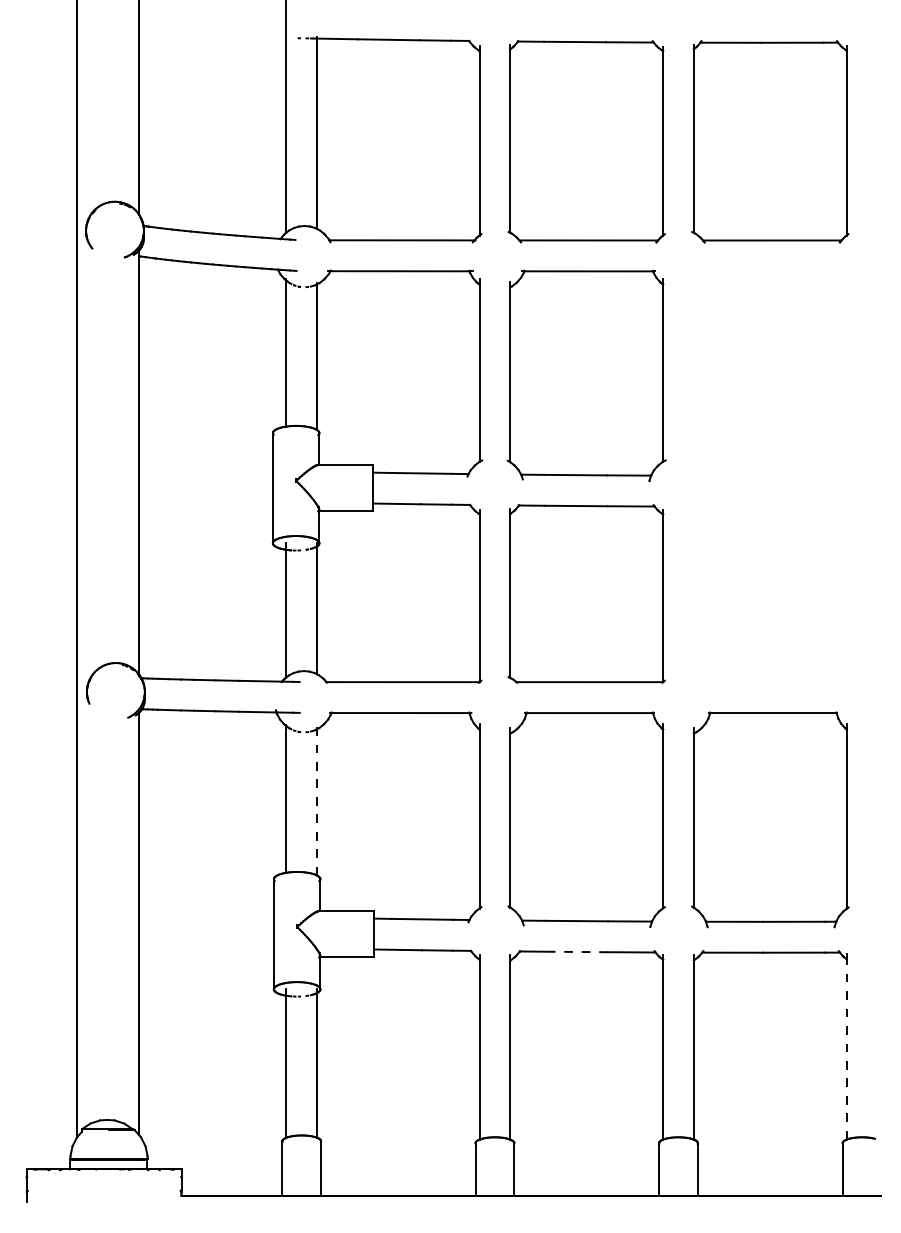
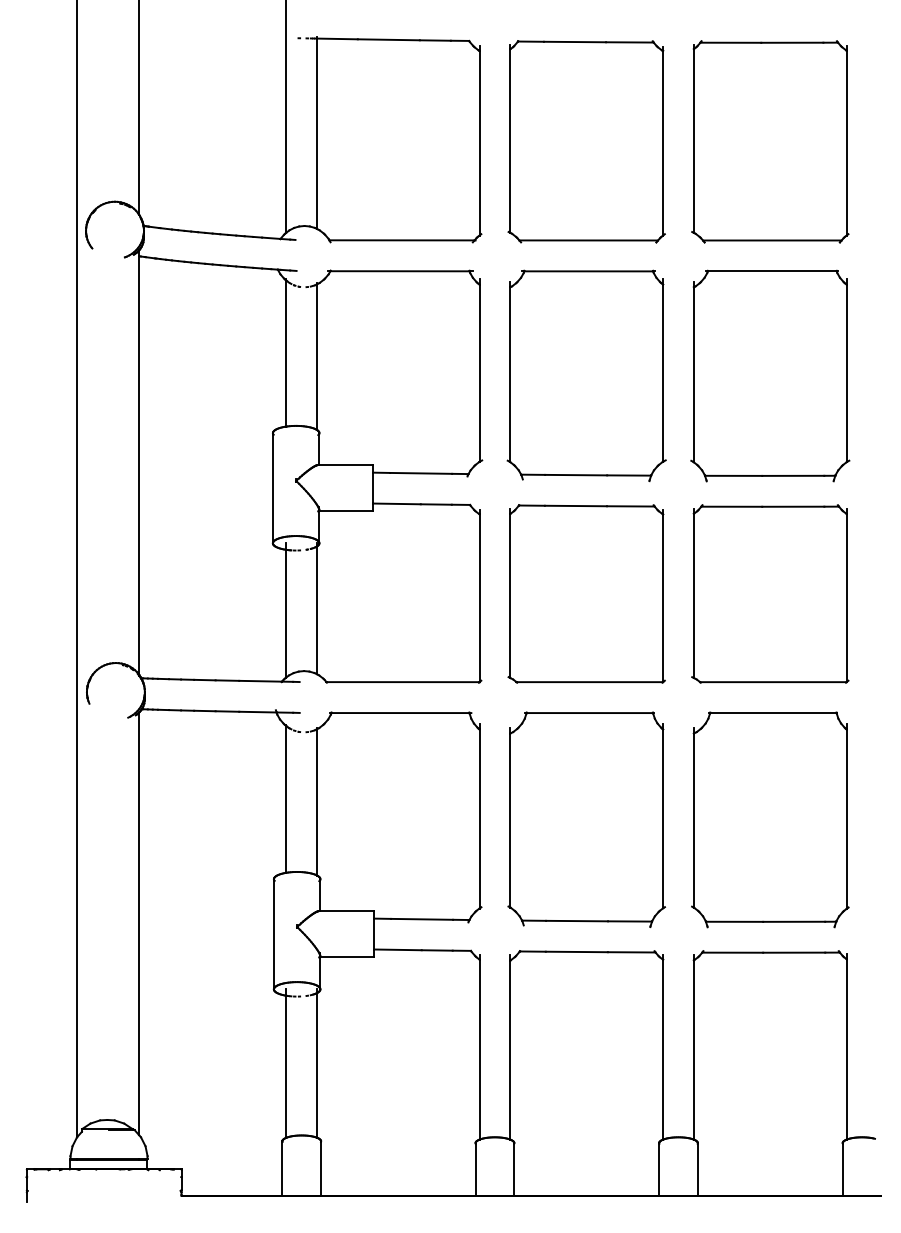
part at (770, 375): none -> present
part at (770, 593): none -> present
line at (317, 801): dashed -> solid
line at (576, 951): dashed -> solid
line at (846, 1048): dashed -> solid
